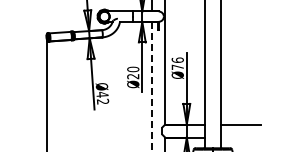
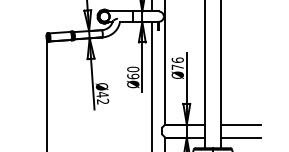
text at (133, 76): Ø20 -> Ø60
line at (152, 86): dashed -> solid
line at (240, 137): none -> present
